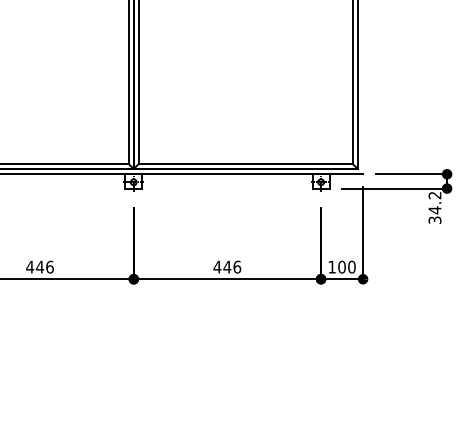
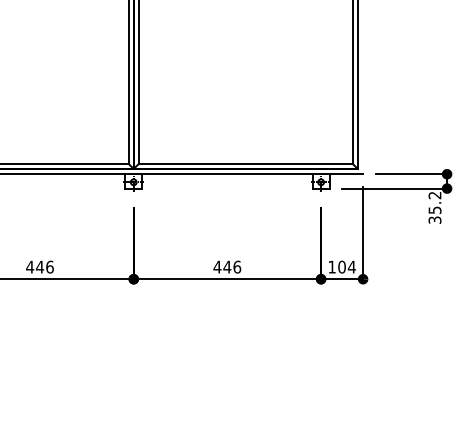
text at (434, 210): 34.2 -> 35.2
text at (351, 266): 100 -> 104
